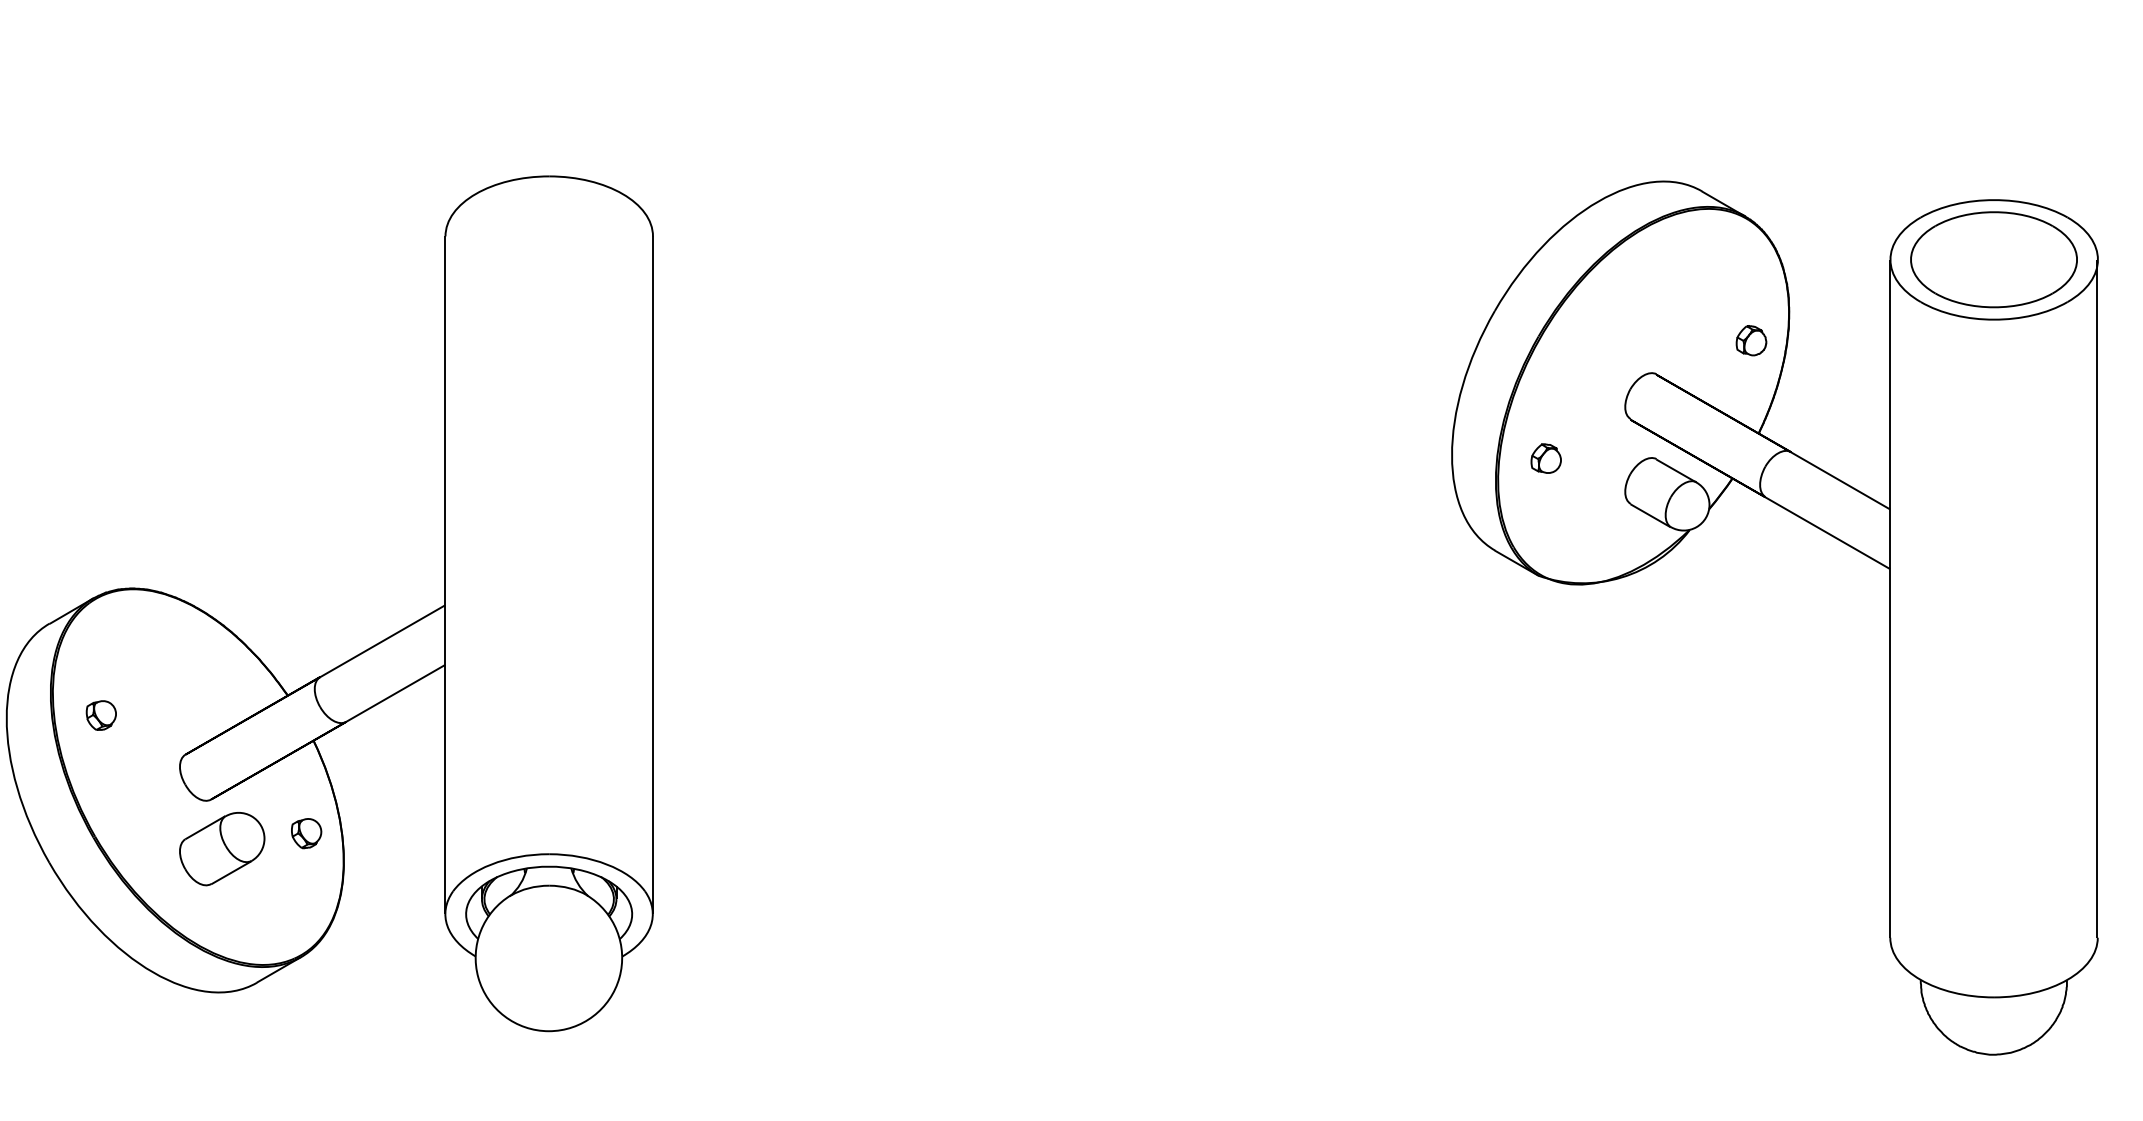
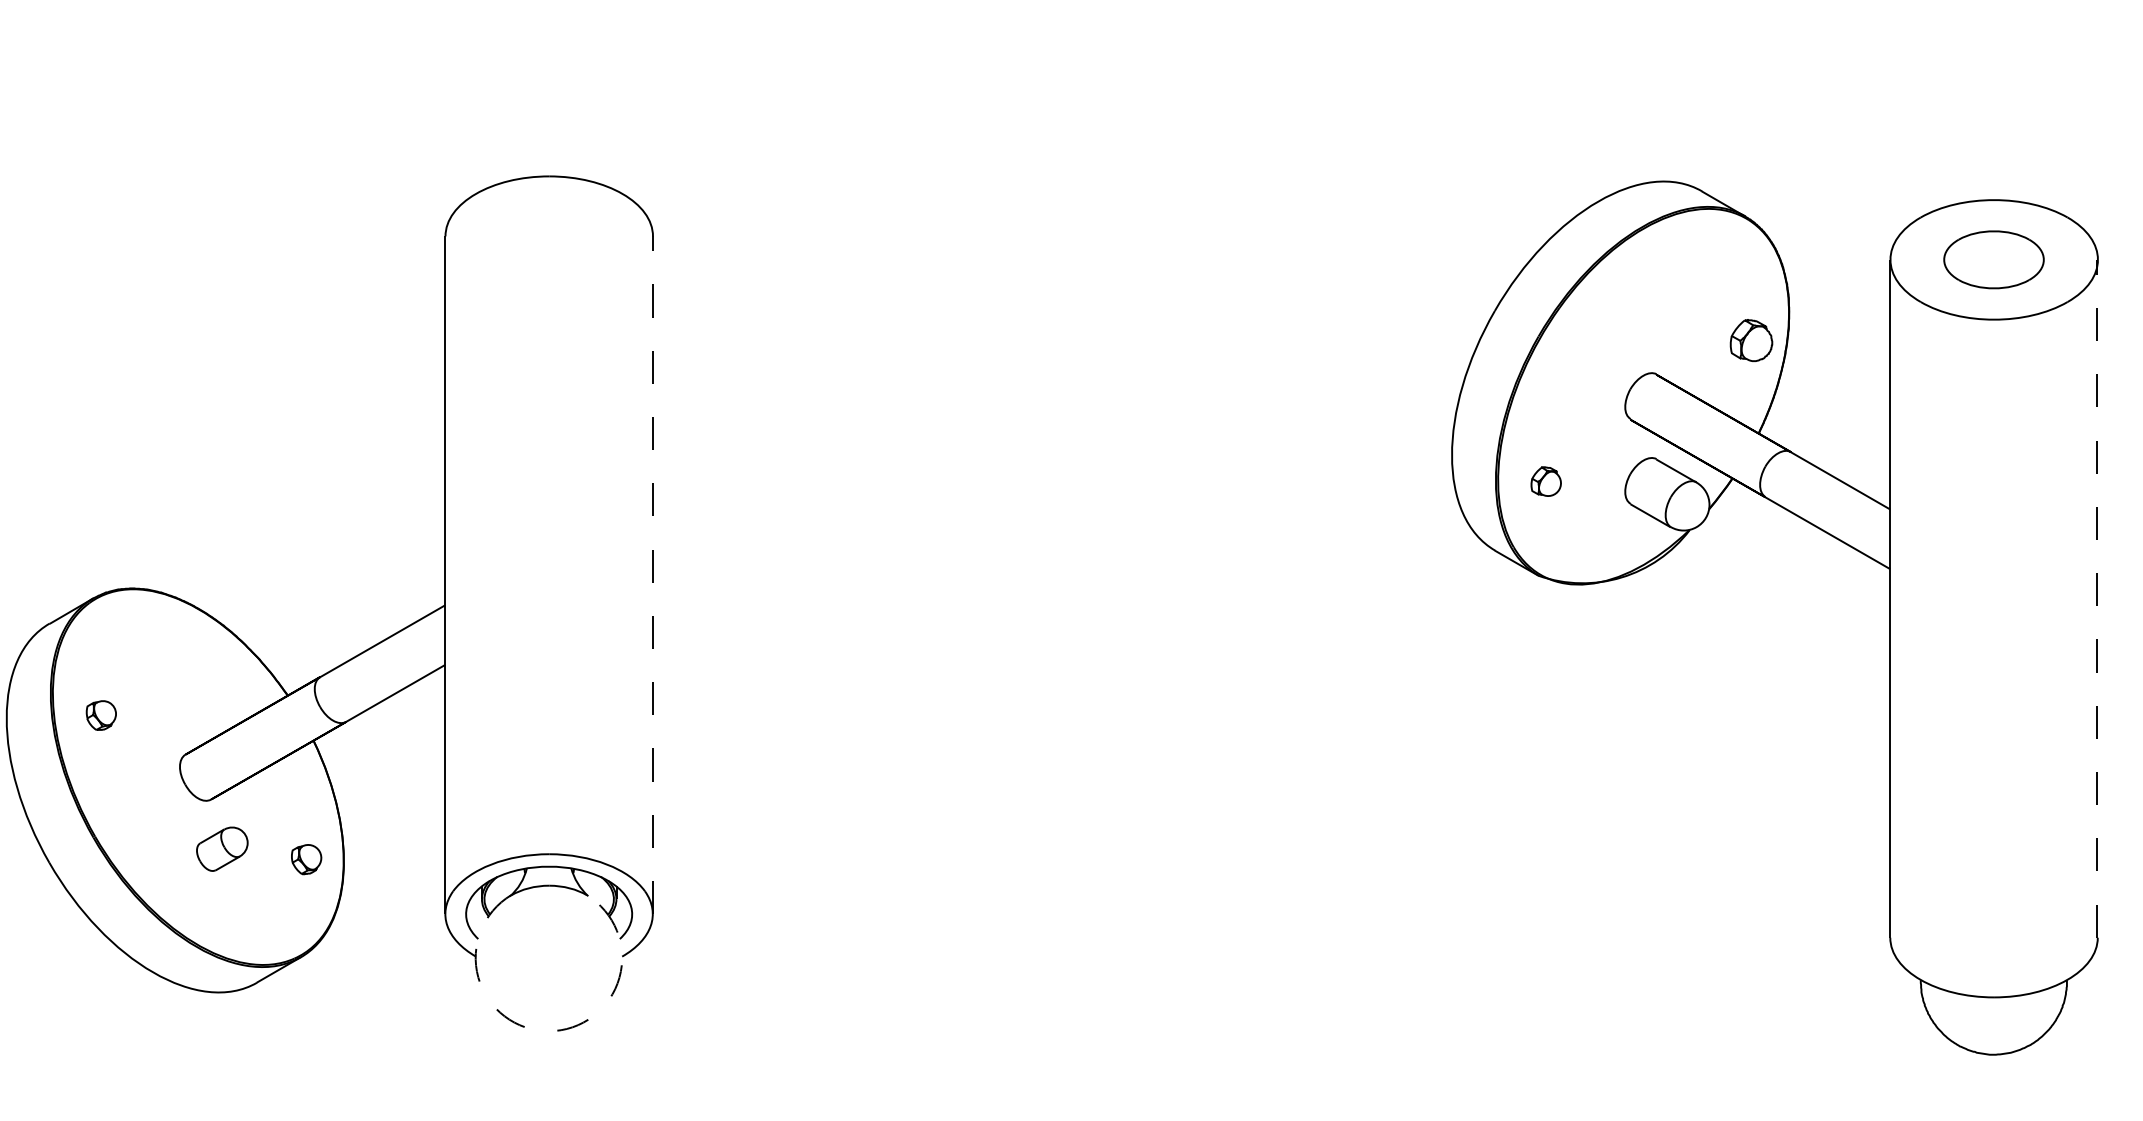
part at (1993, 259) size: 168x98 px -> 102x60 px
part at (1751, 340) size: 33x32 px -> 45x43 px
part at (1545, 458) position: (1545, 458) -> (1545, 481)
line at (652, 575): solid -> dashed
line at (2097, 598): solid -> dashed
part at (306, 833) position: (306, 833) -> (306, 859)
part at (222, 849) size: 87x75 px -> 53x46 px
arc at (548, 1031): solid -> dashed
